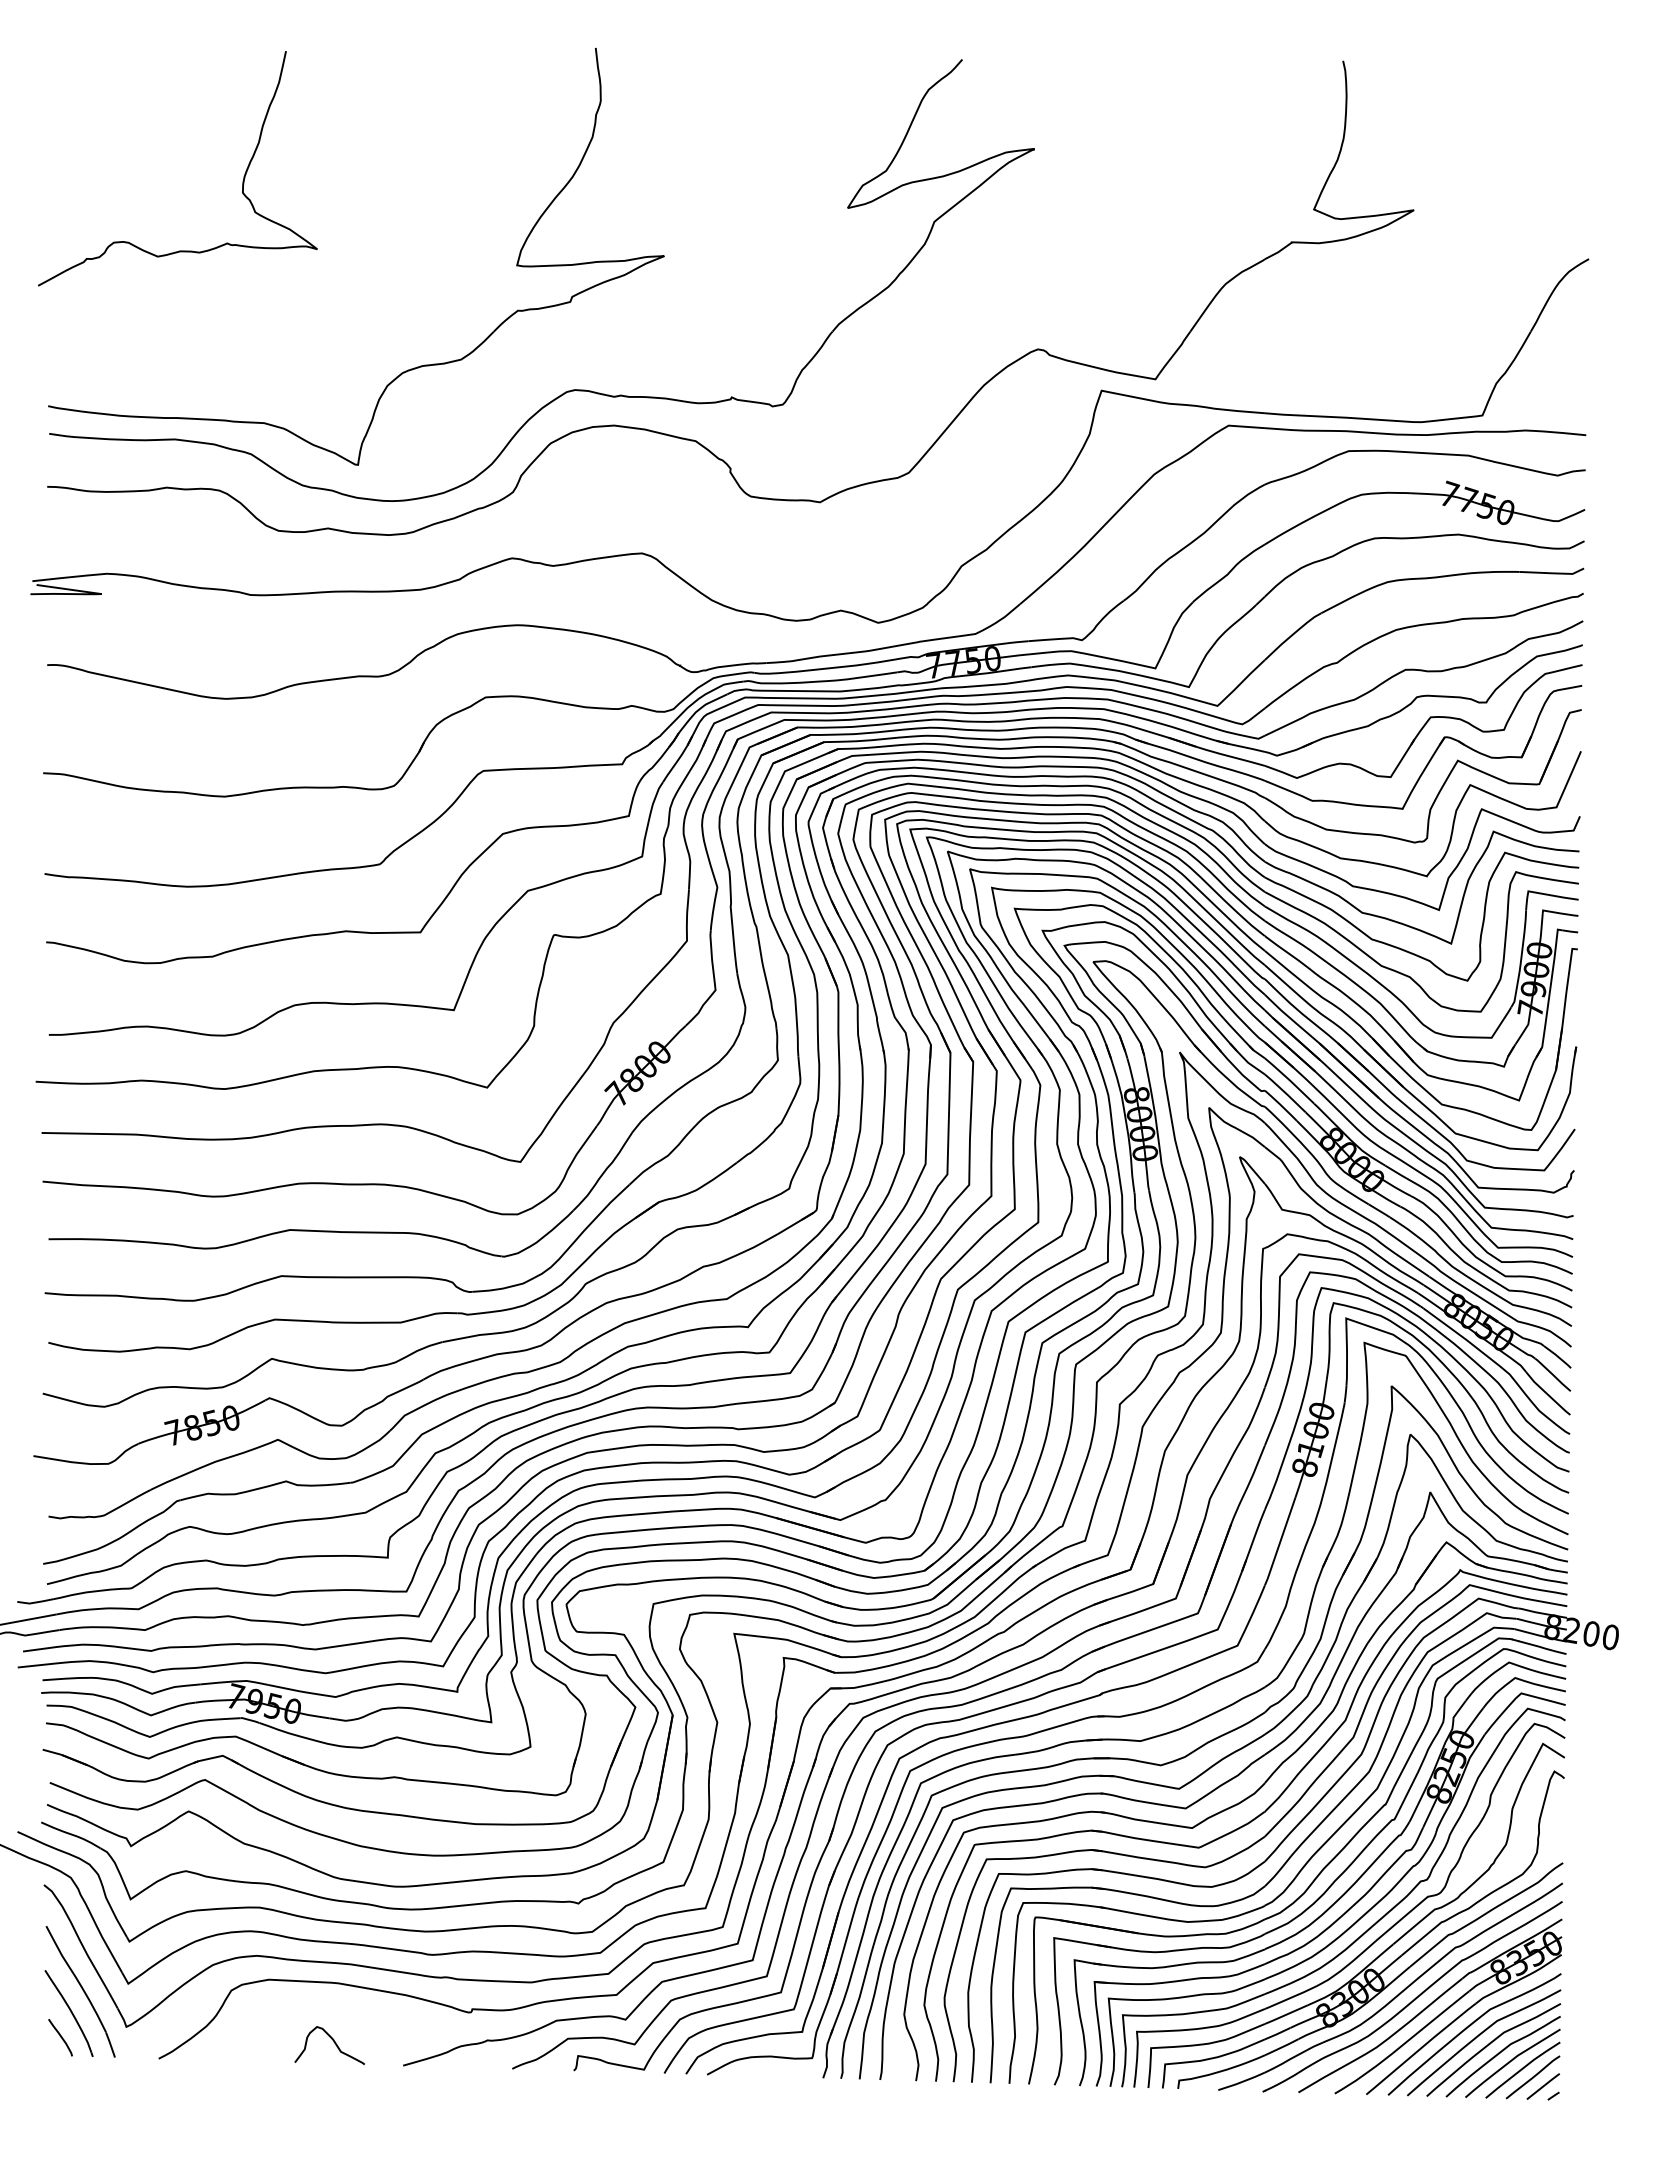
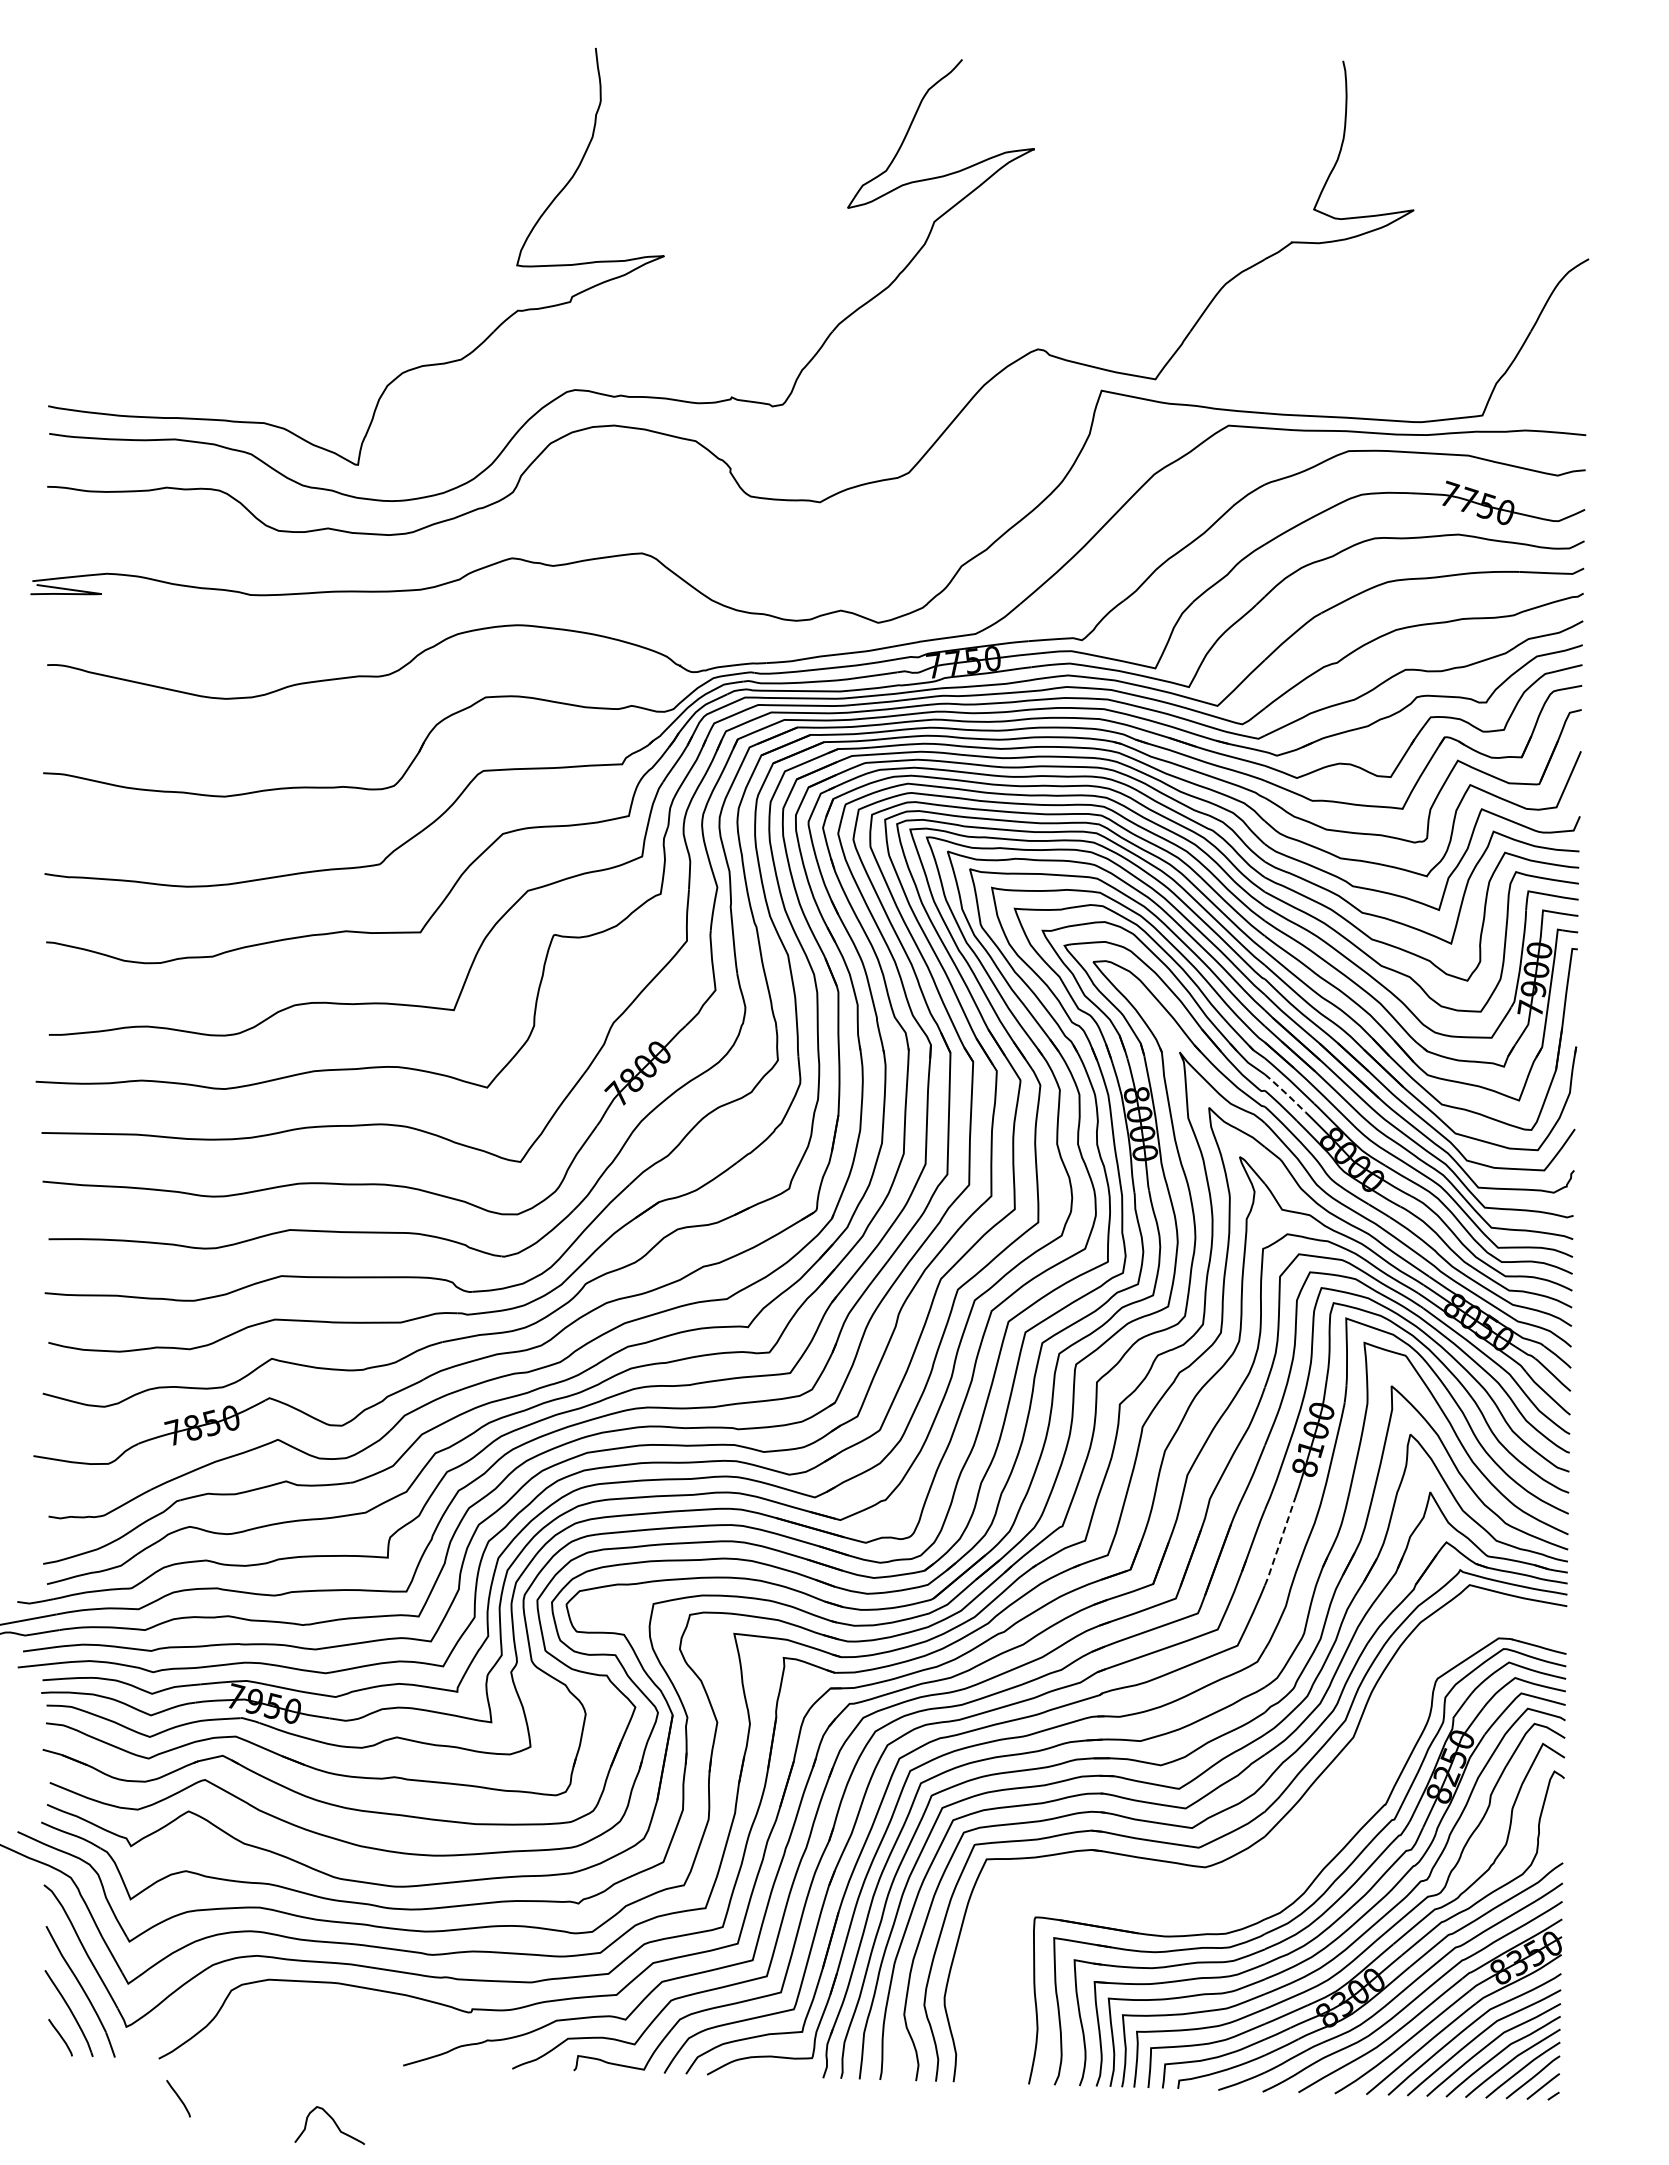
curve at (242, 181): present -> none
line at (1285, 1093): solid -> dashed
line at (1280, 1542): solid -> dashed
part at (1292, 1840): present -> none
curve at (333, 2042) position: (333, 2042) -> (333, 2122)
curve at (178, 2098): none -> present
